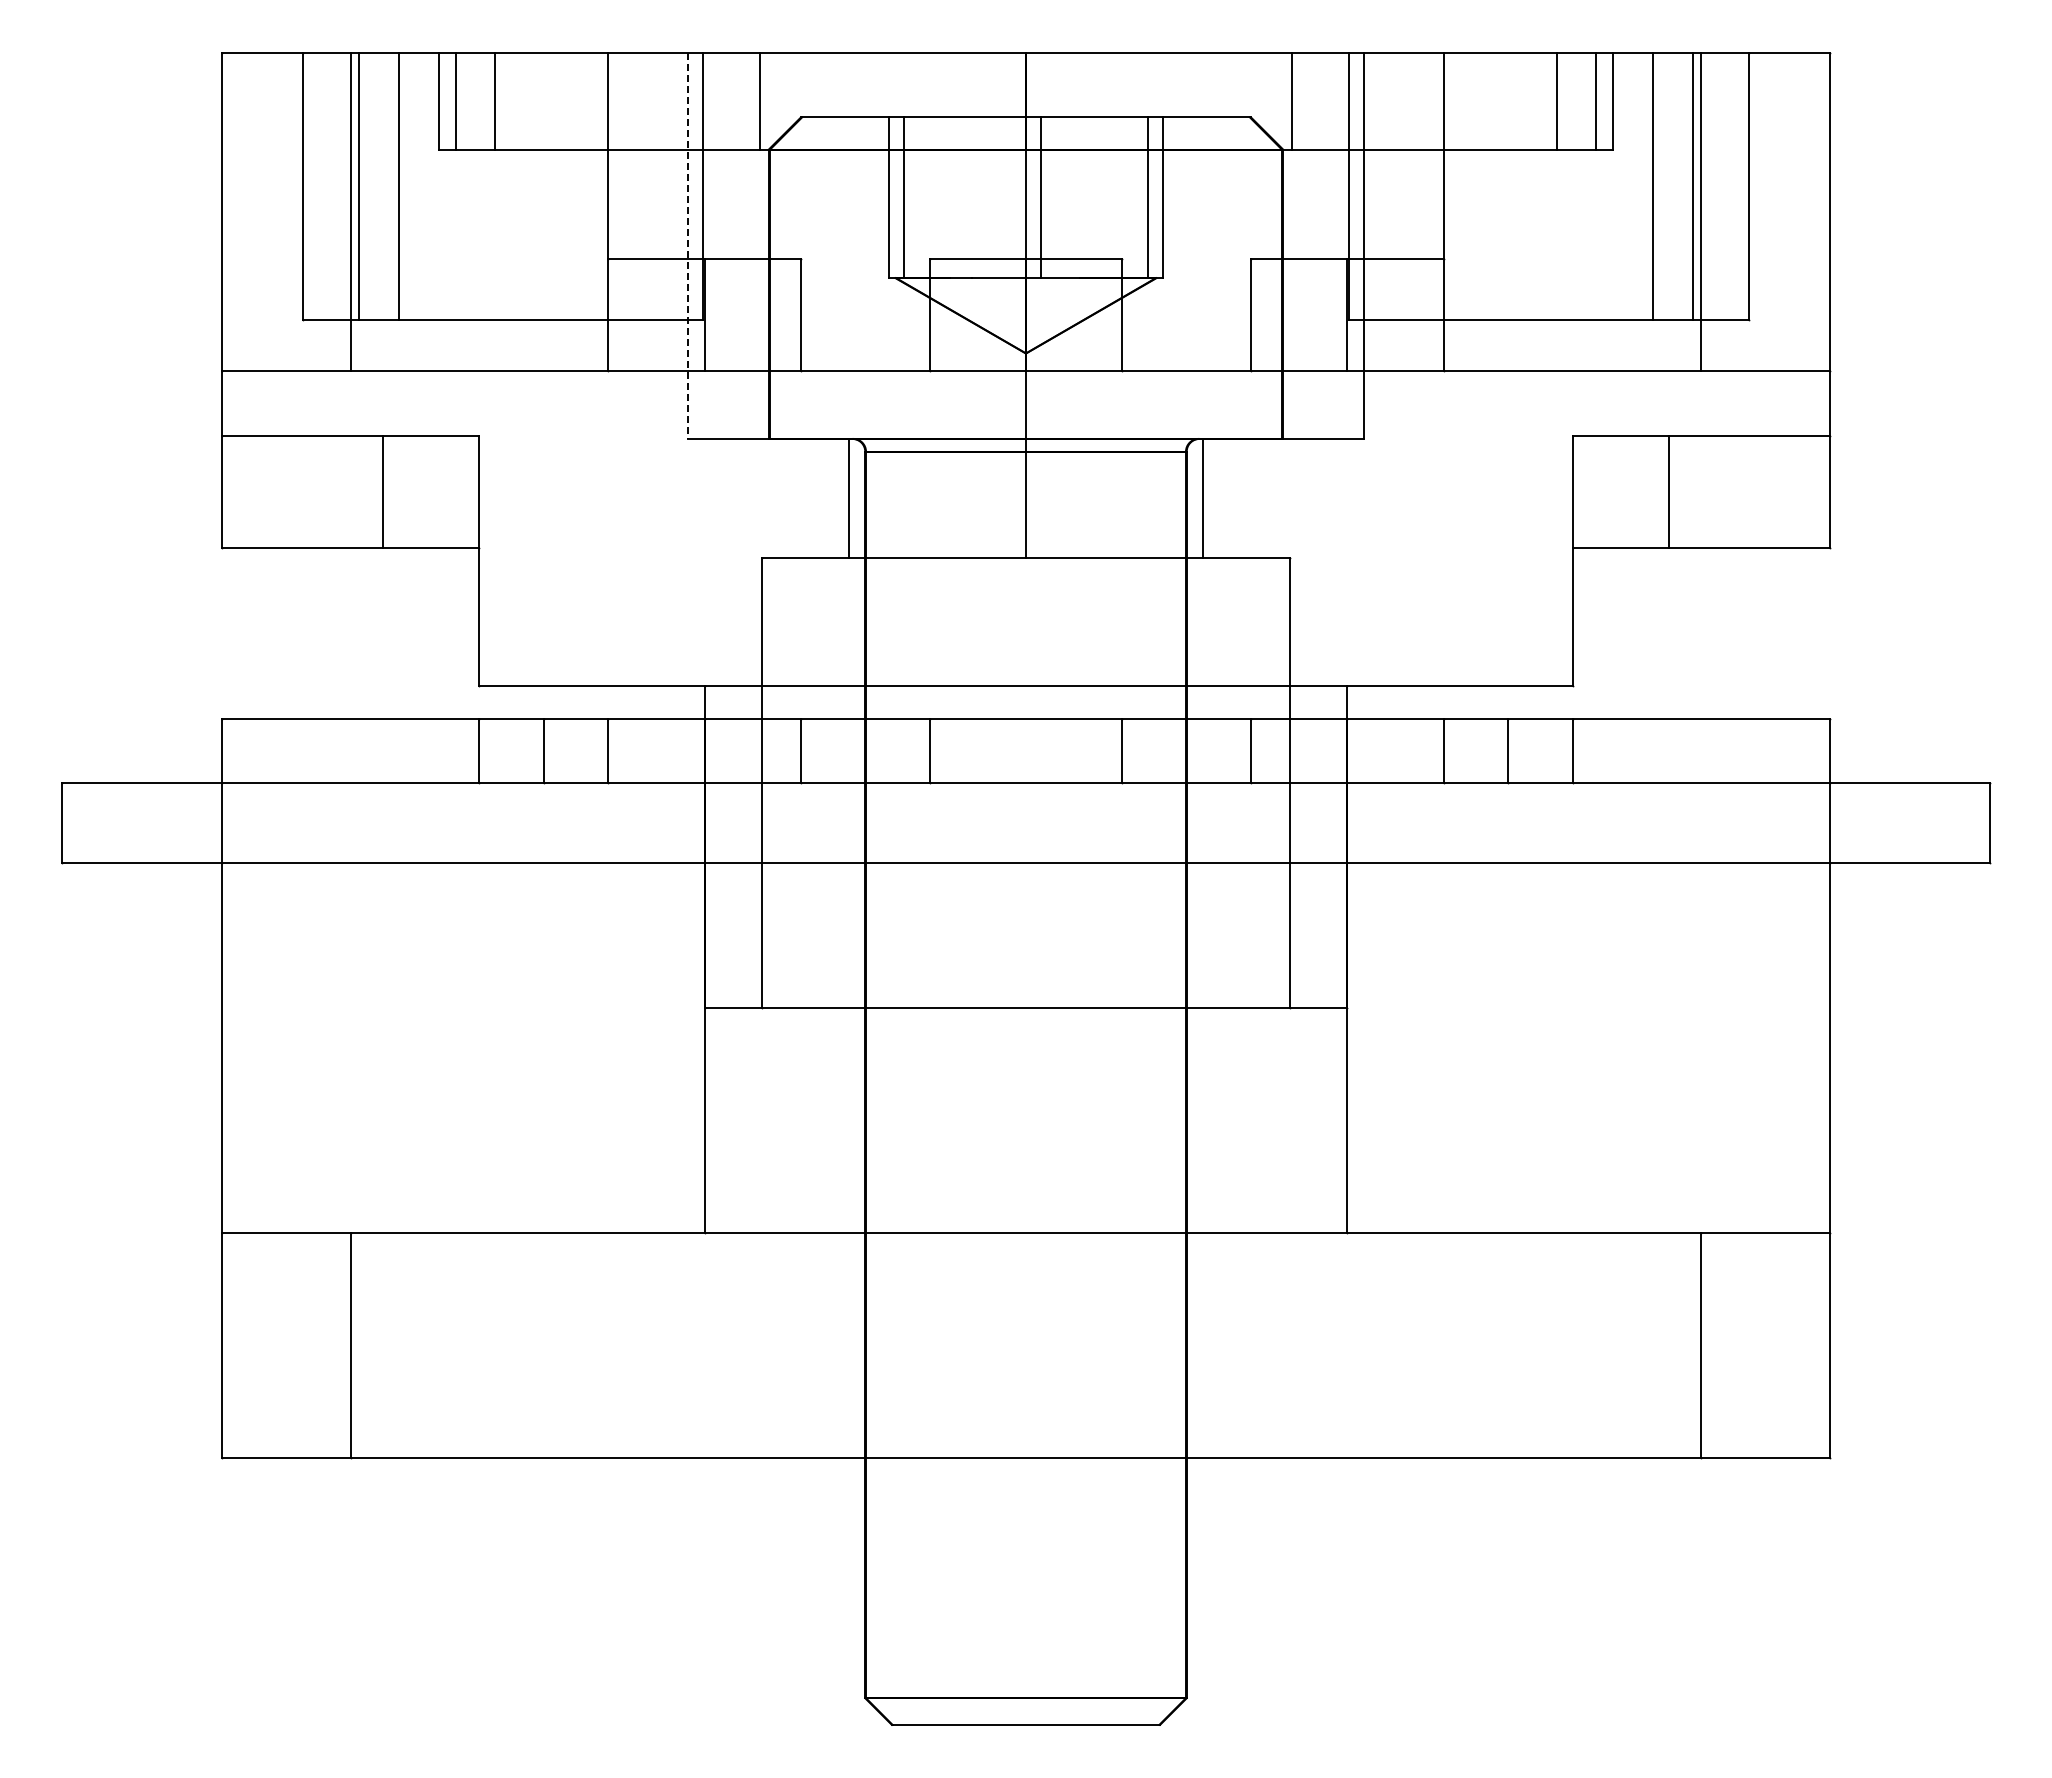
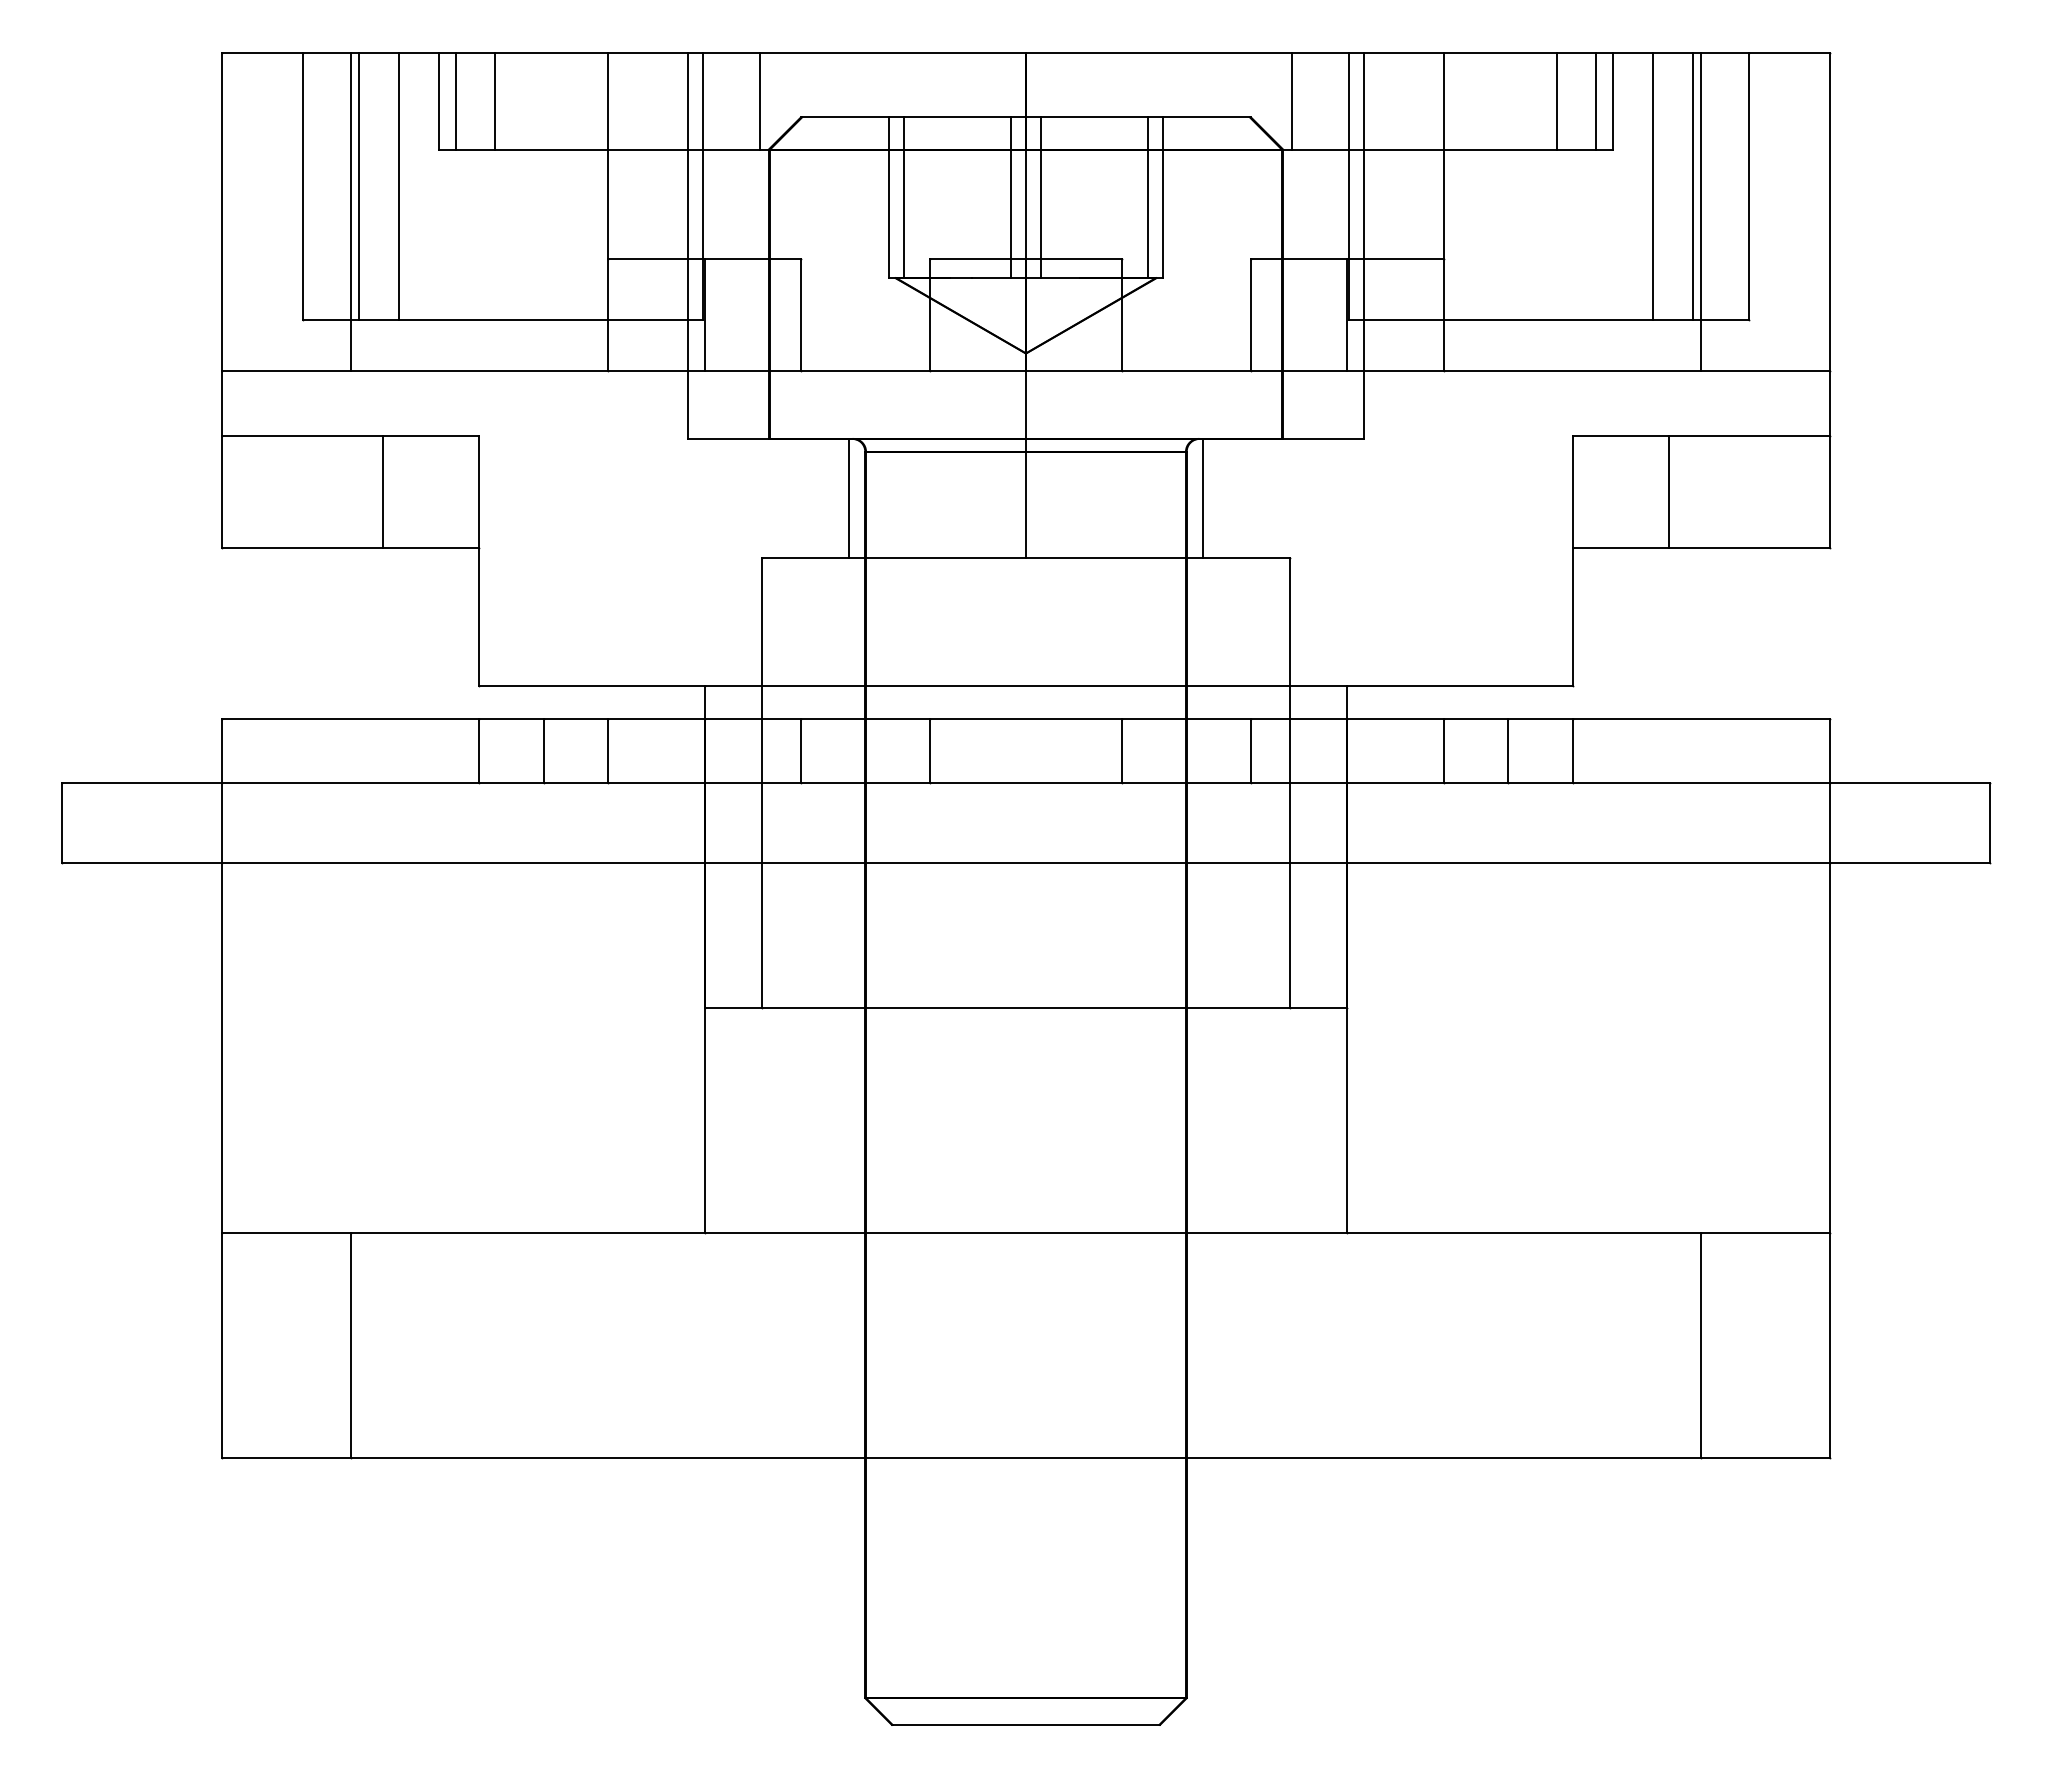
line at (1011, 197): none -> present
line at (688, 246): dashed -> solid
